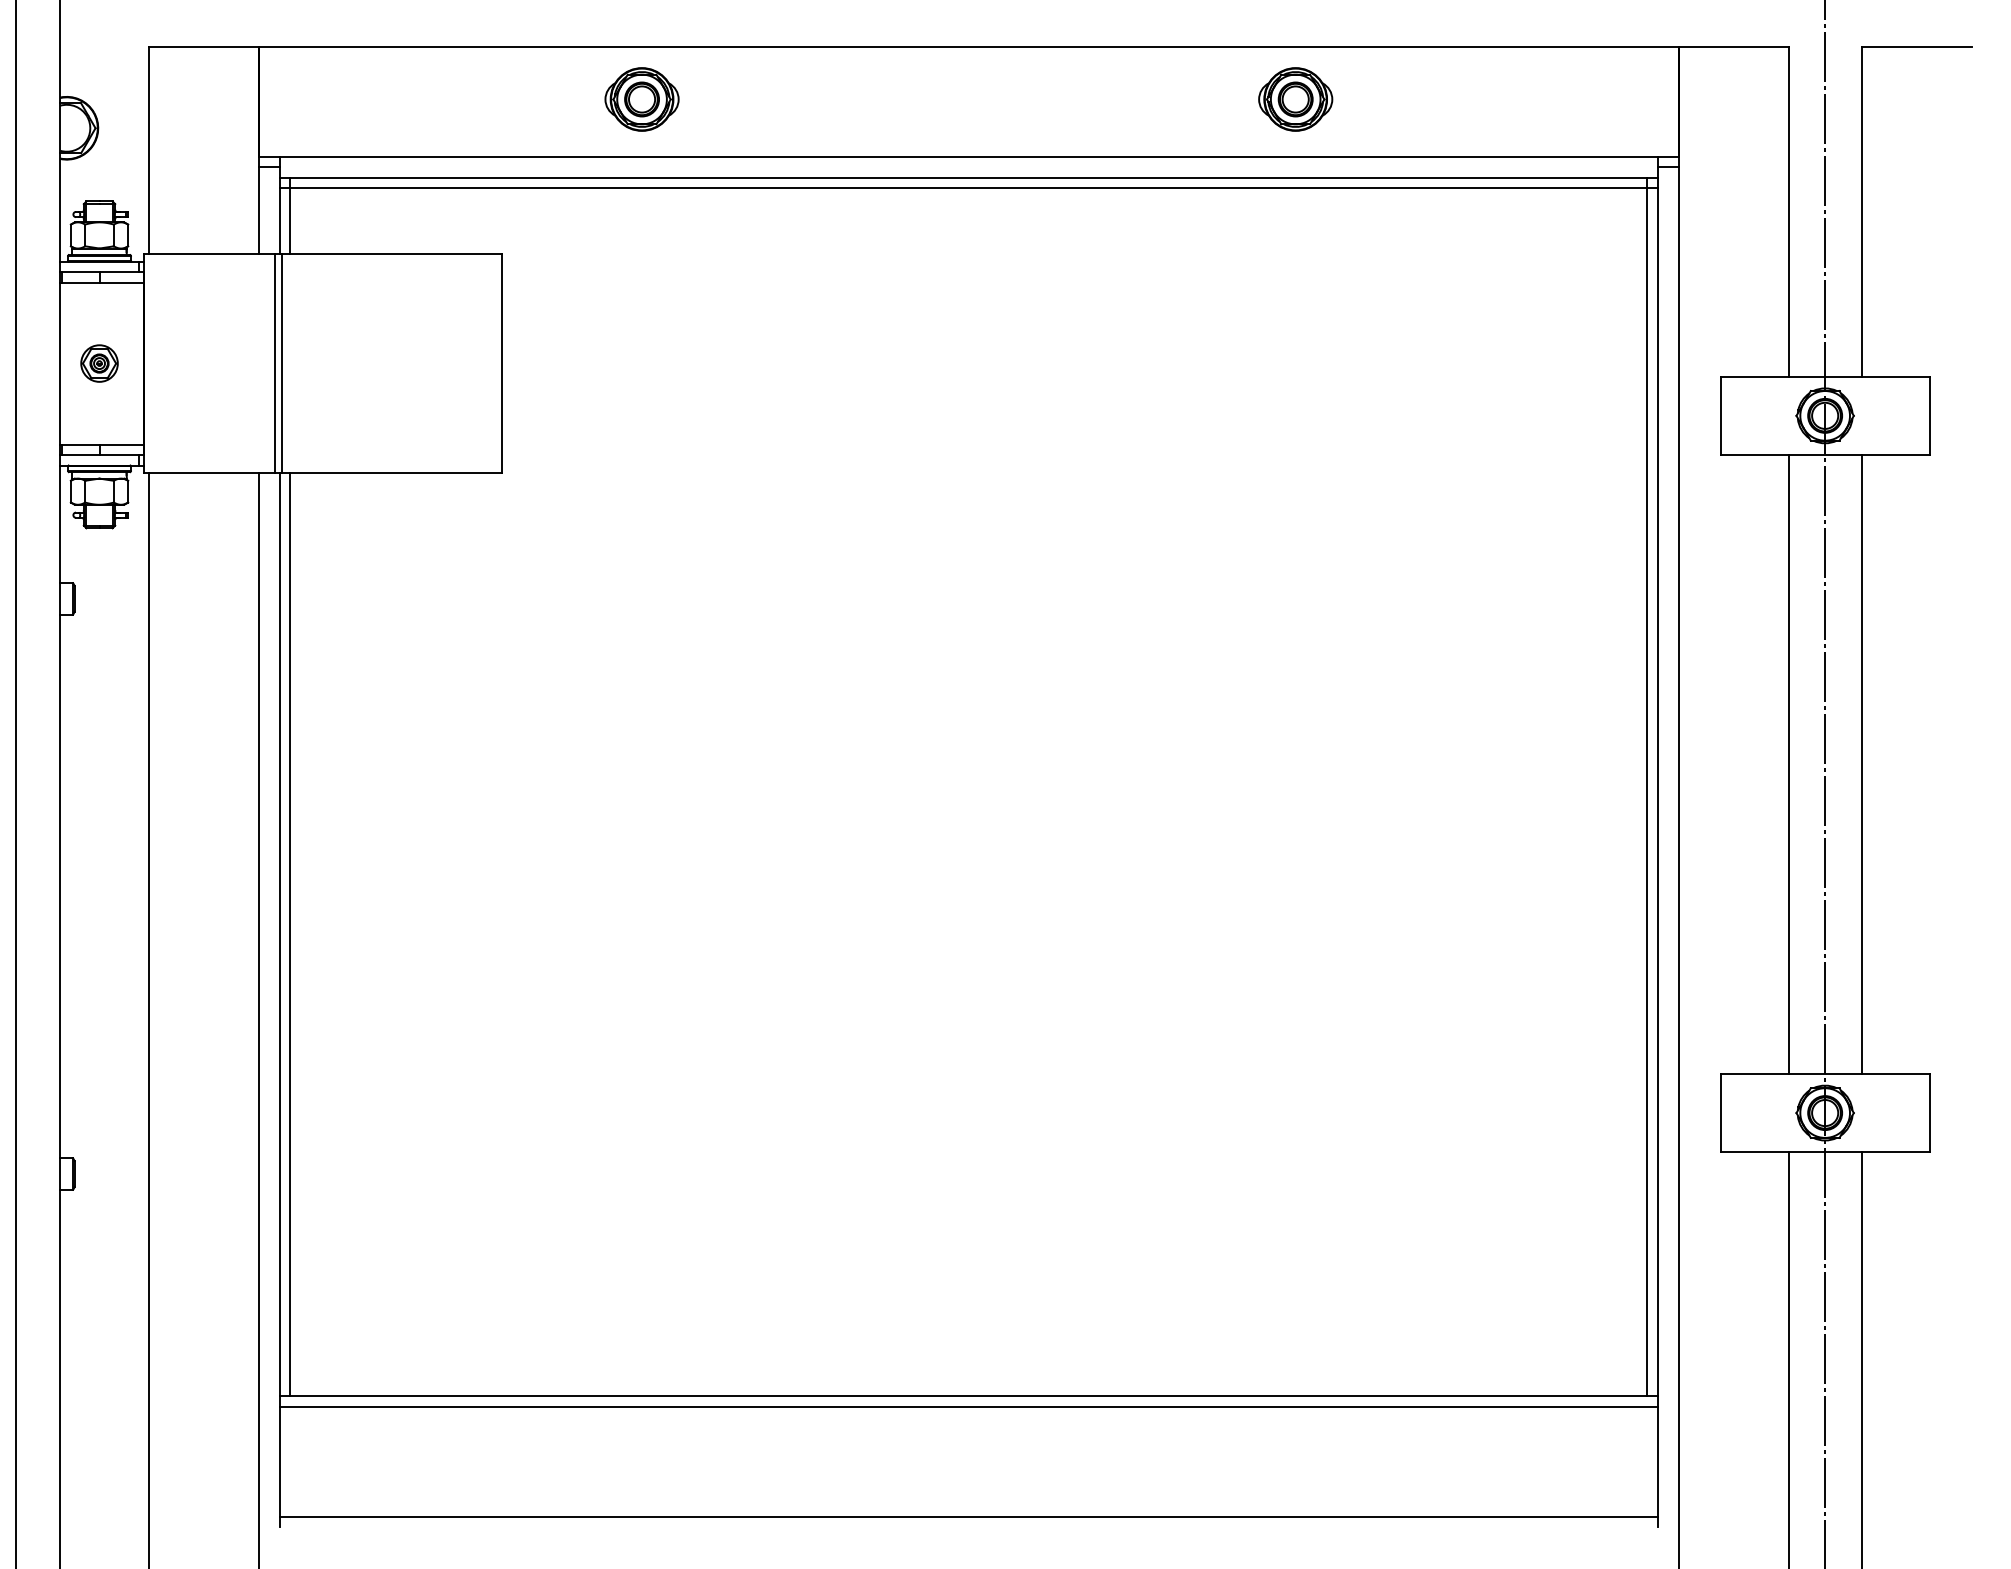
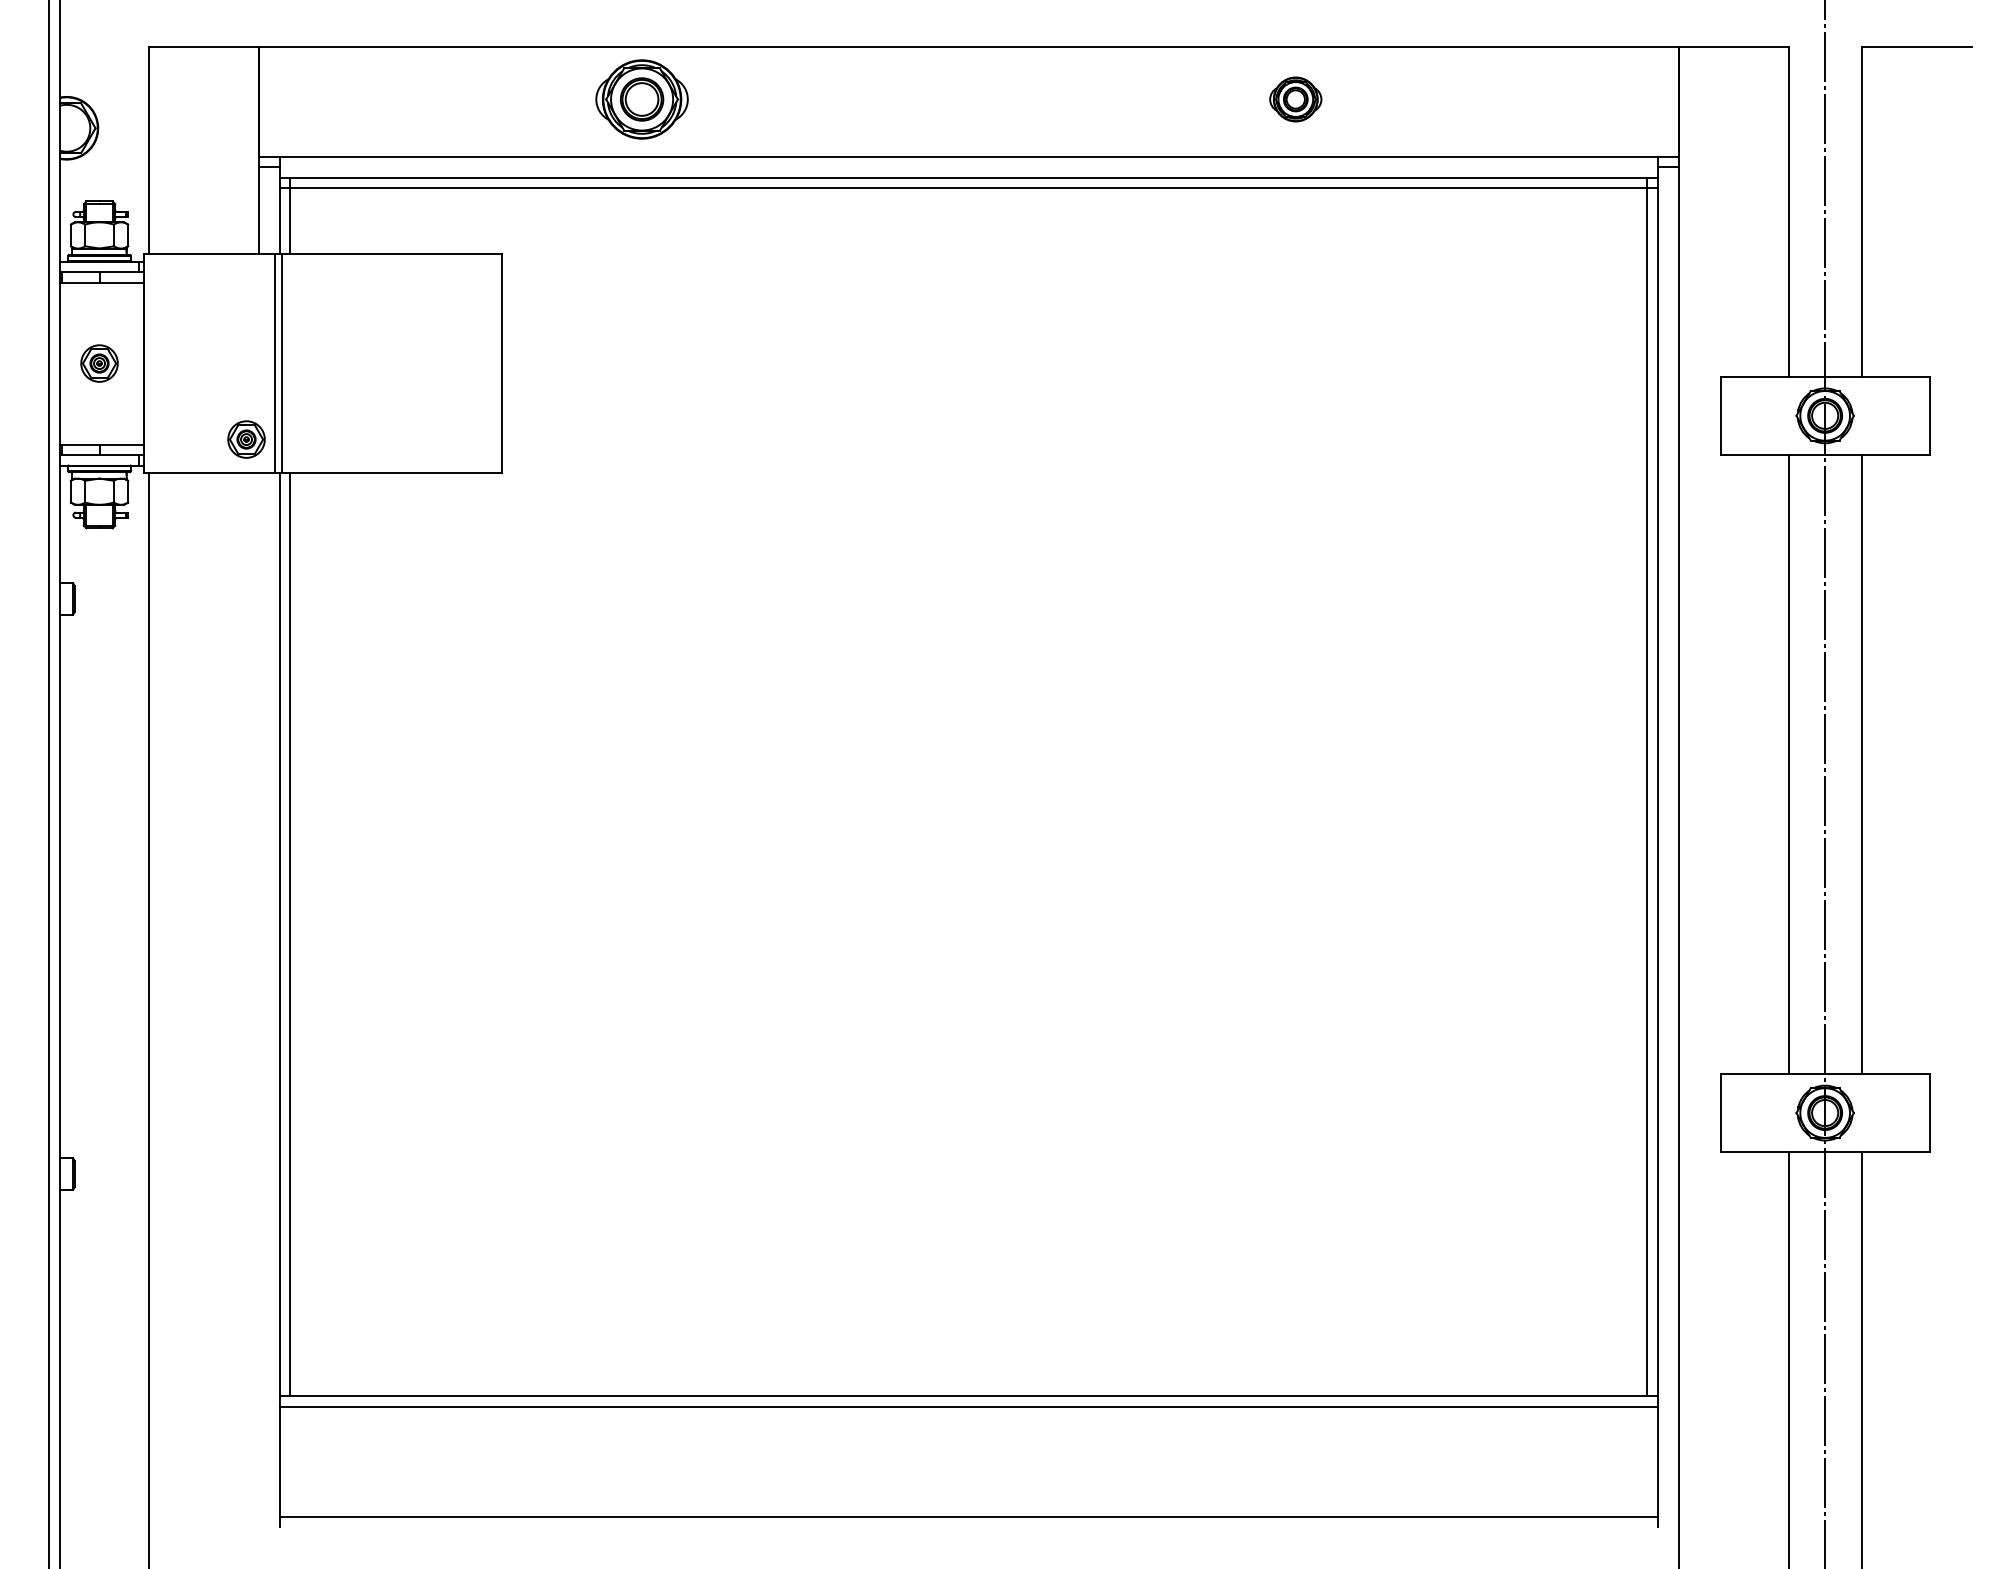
part at (641, 99) size: 76x65 px -> 94x81 px
part at (1295, 99) size: 76x65 px -> 54x47 px
part at (246, 439): none -> present
line at (15, 783) position: (15, 783) -> (48, 783)
line at (259, 1019): present -> none
